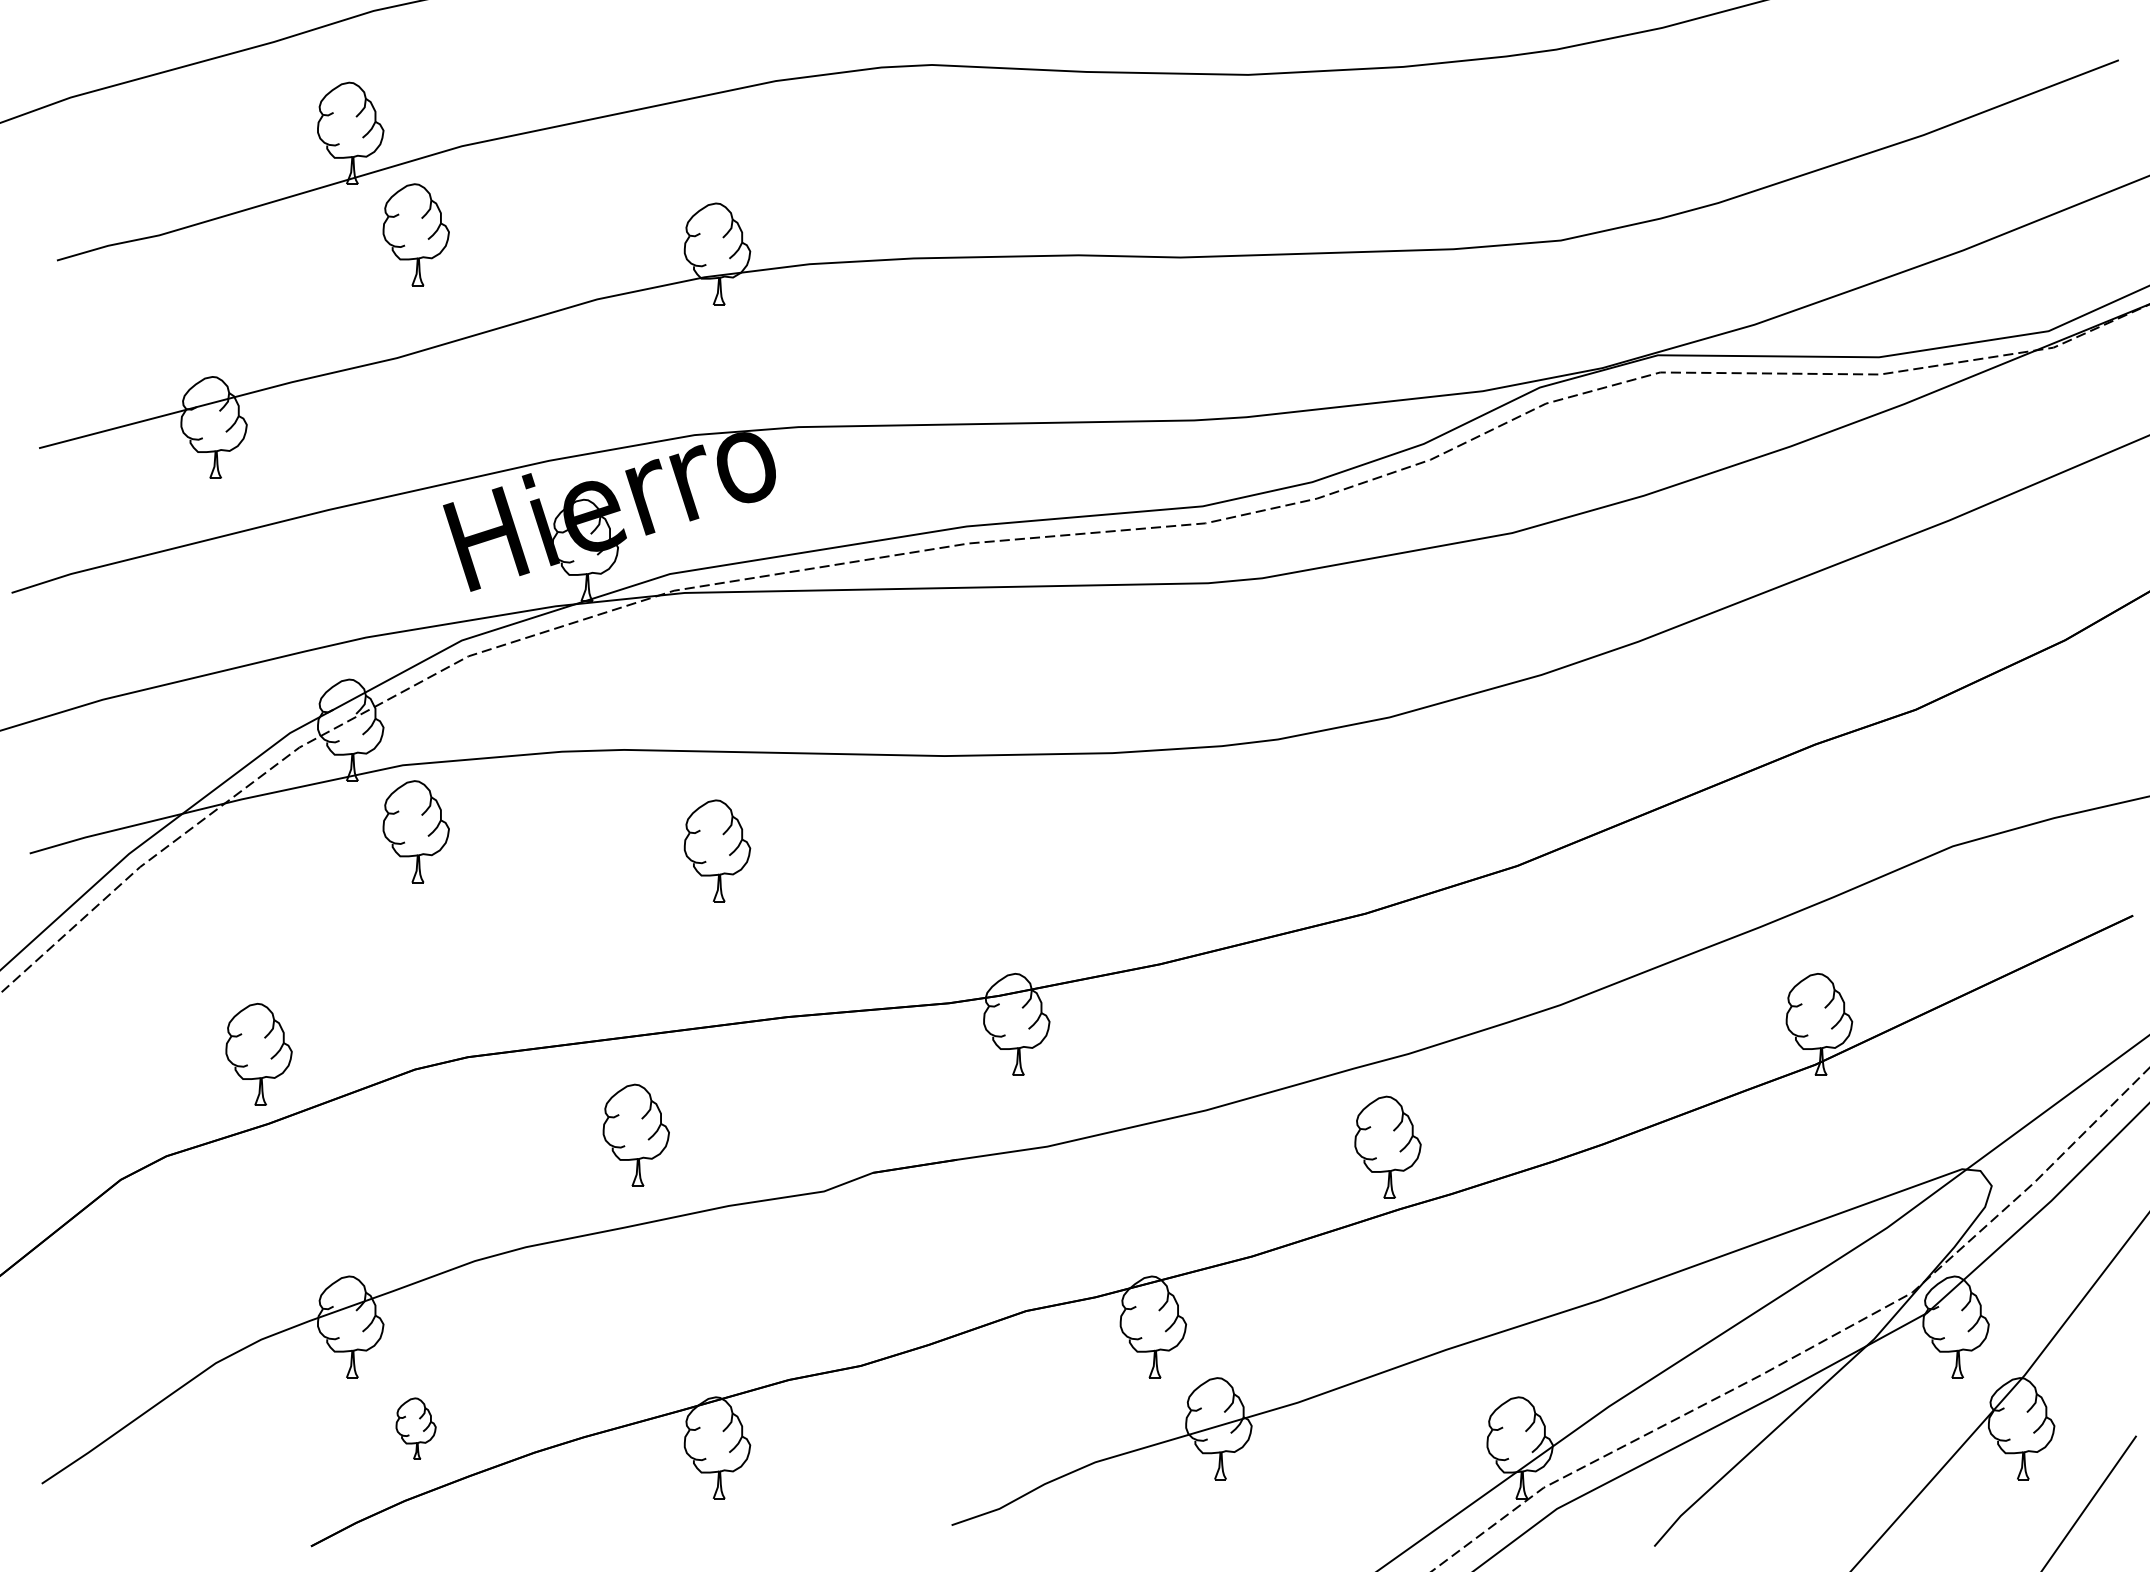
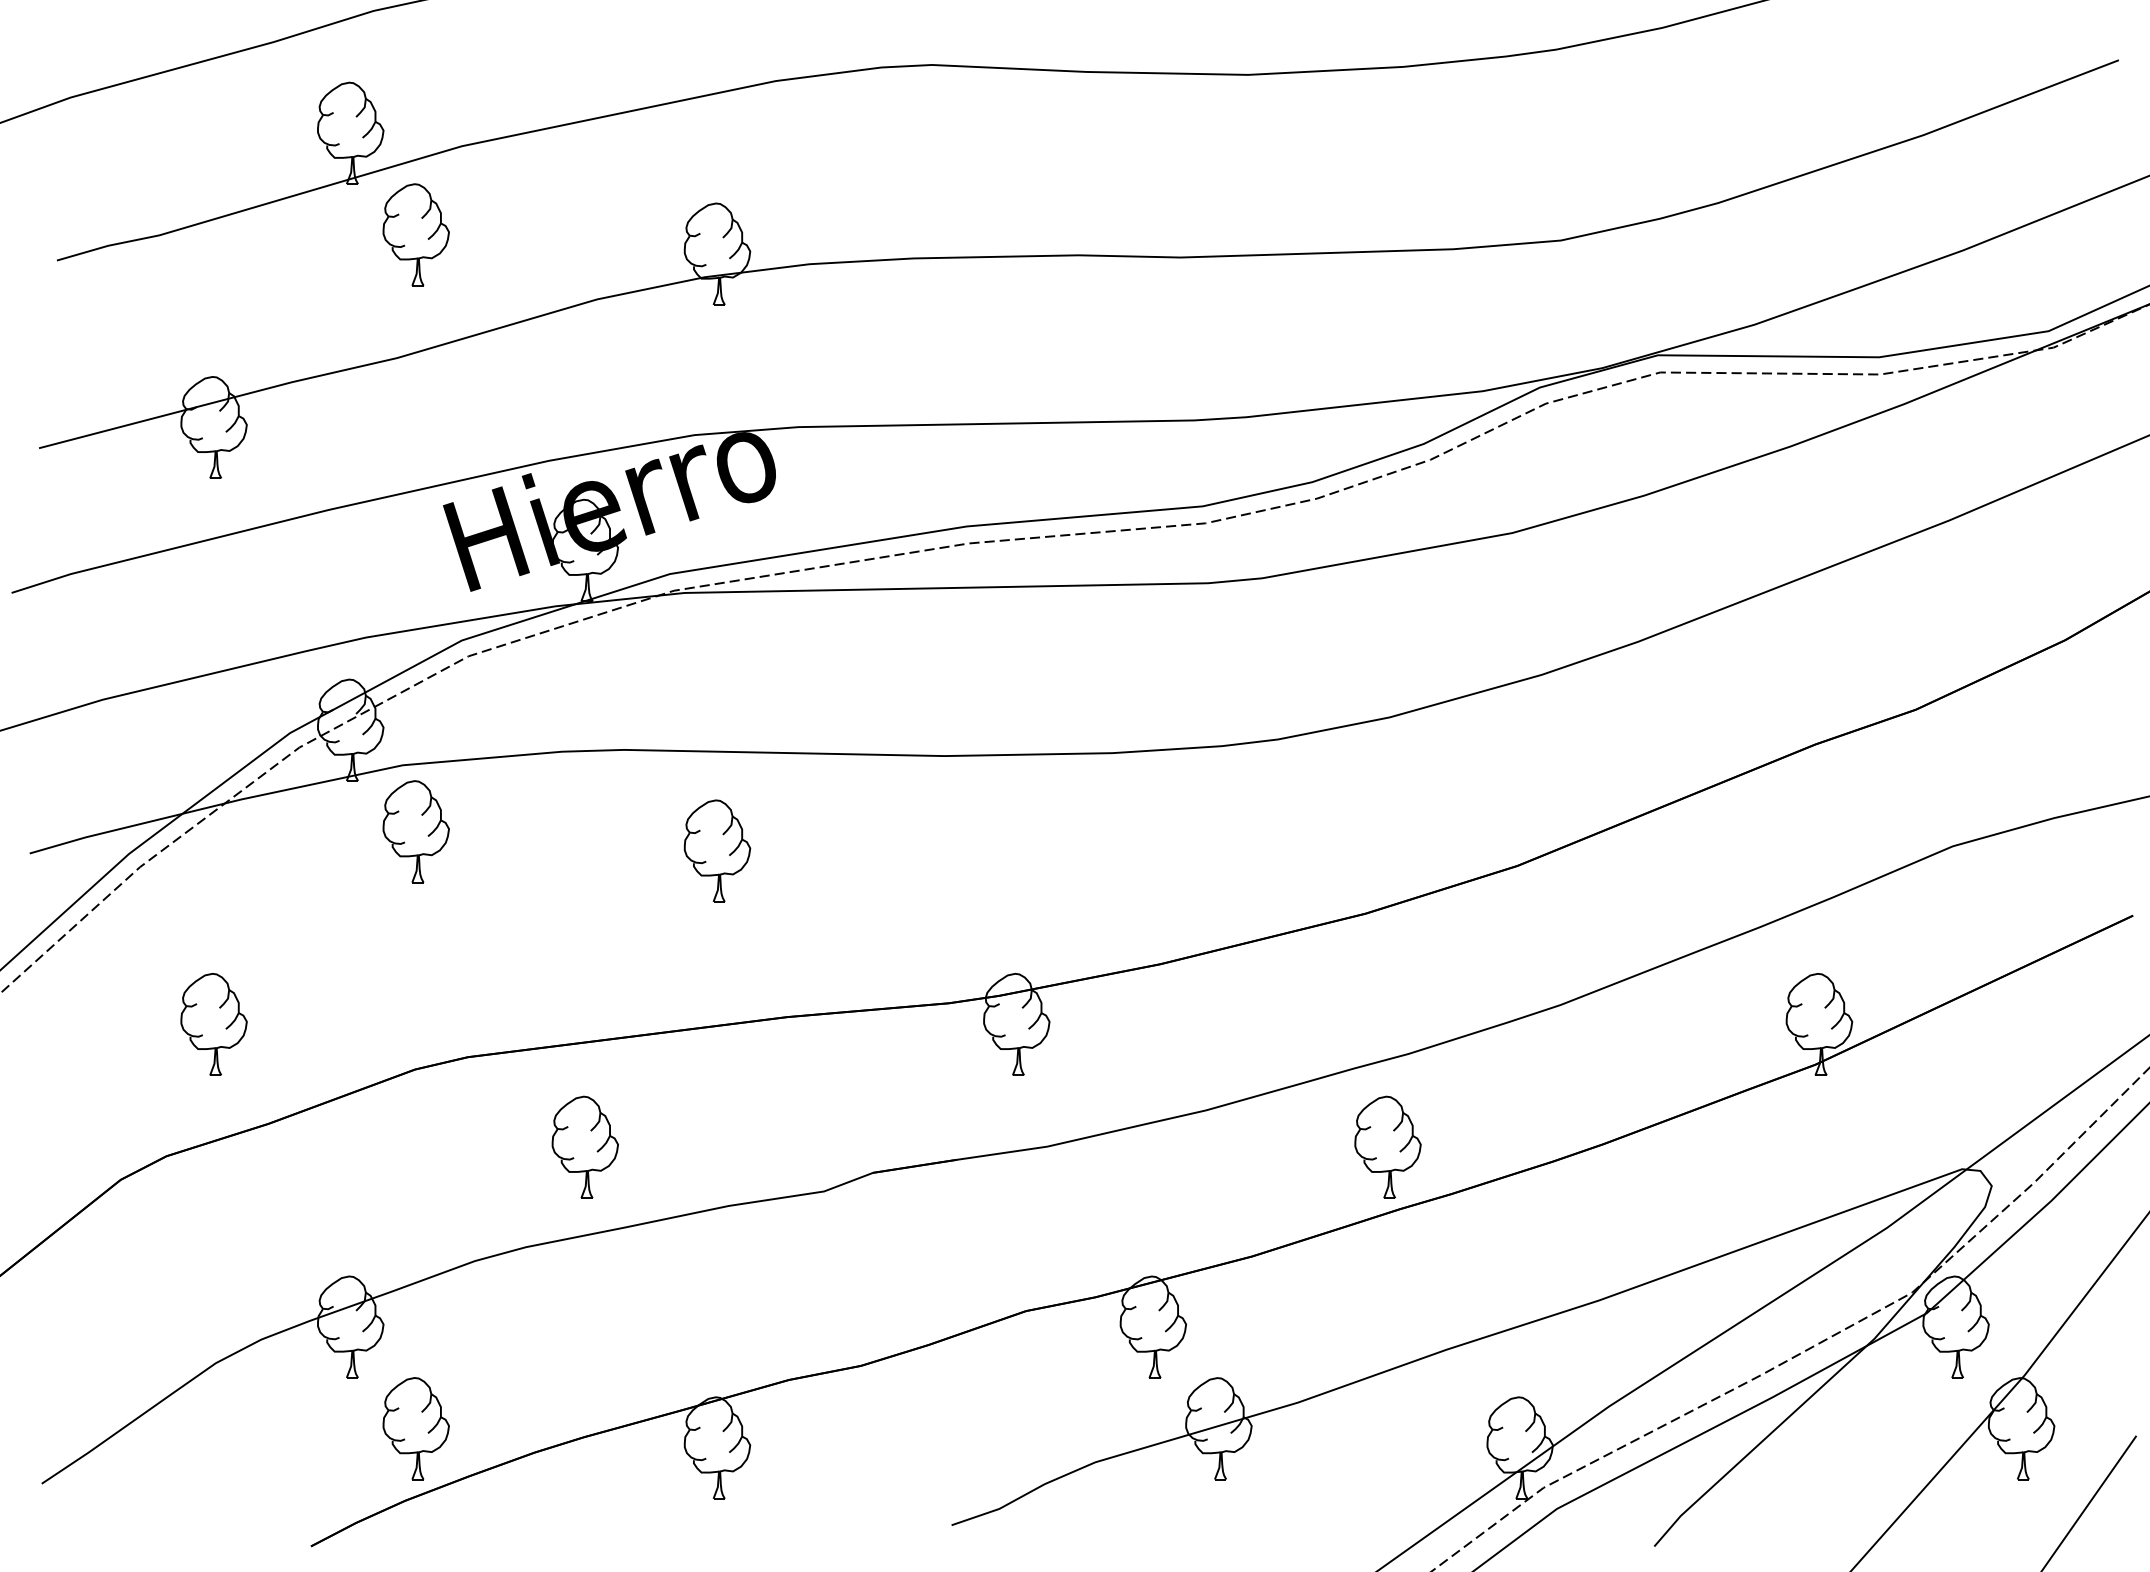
part at (258, 1054) position: (258, 1054) -> (213, 1024)
part at (635, 1134) position: (635, 1134) -> (584, 1146)
part at (415, 1428) size: 42x63 px -> 68x104 px
